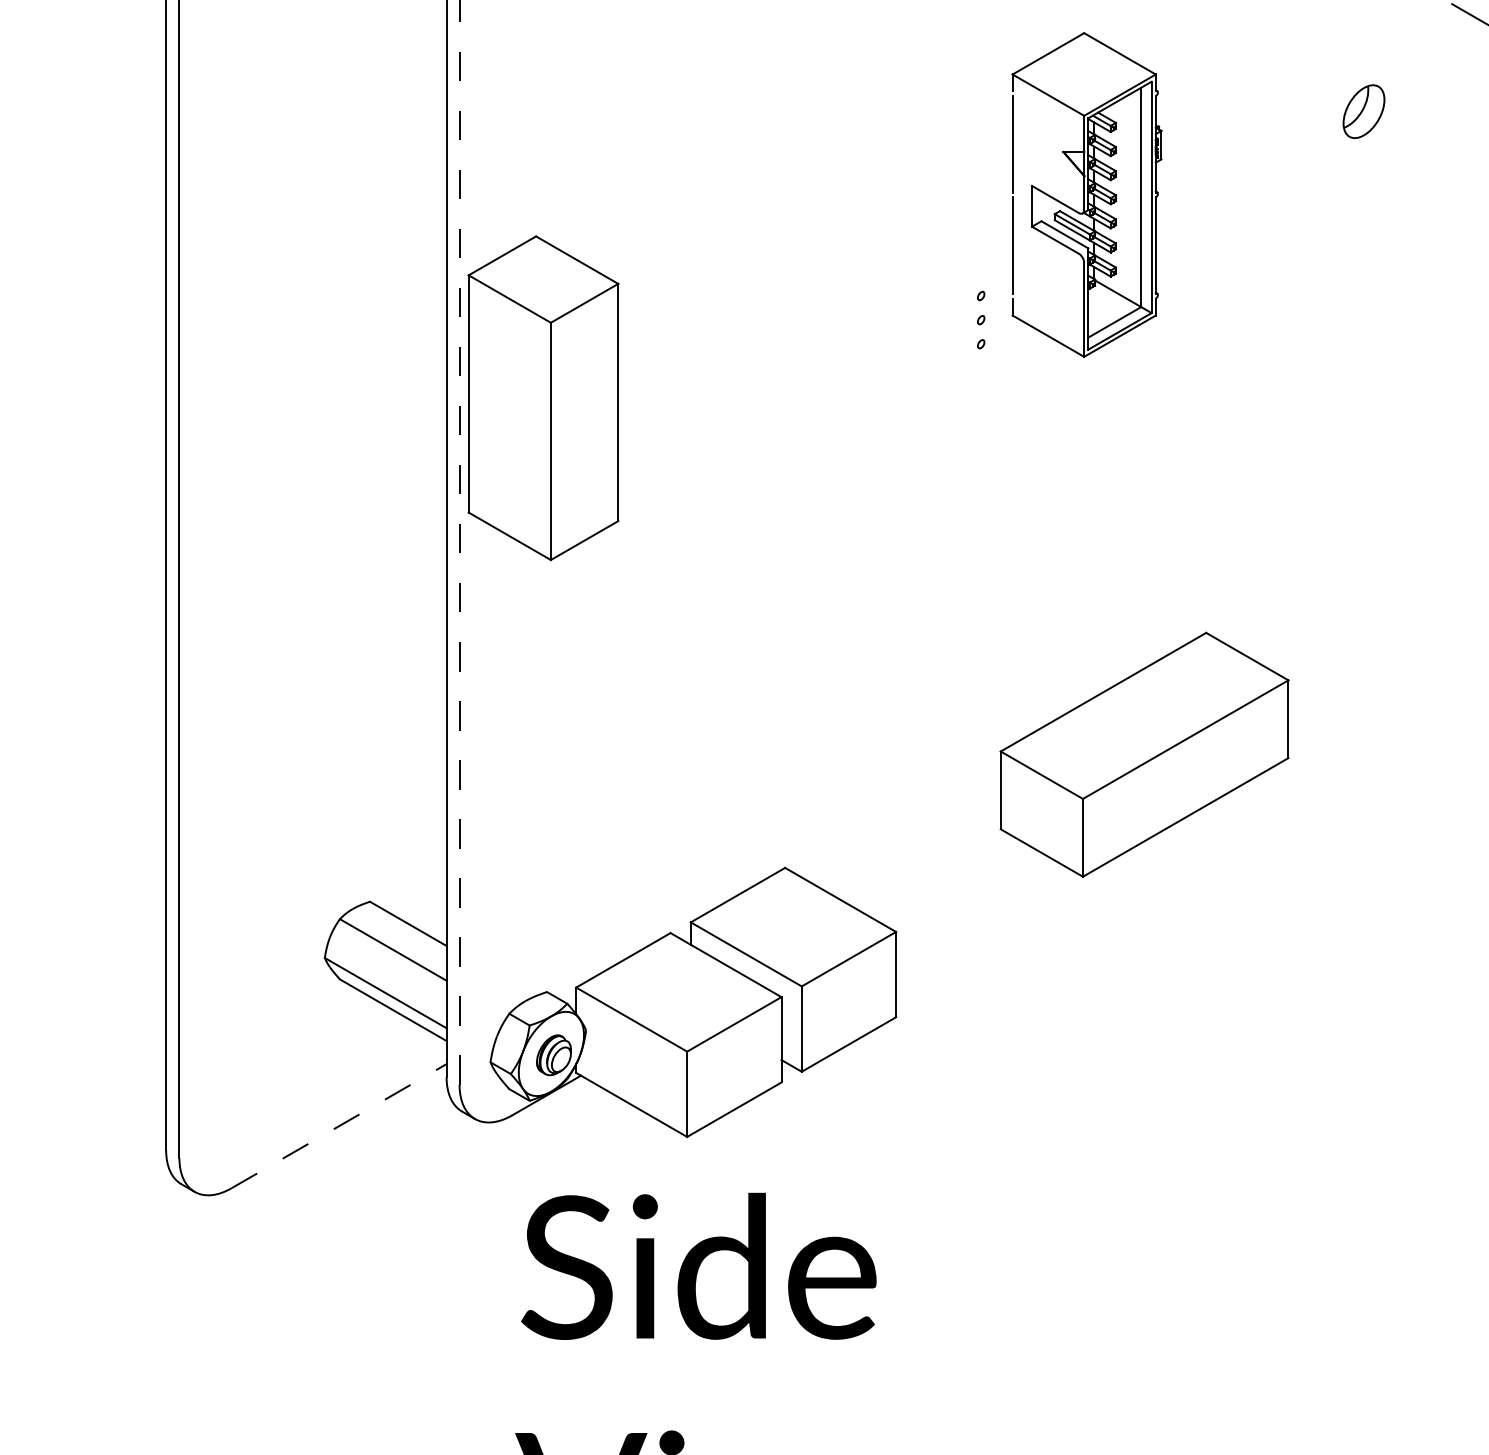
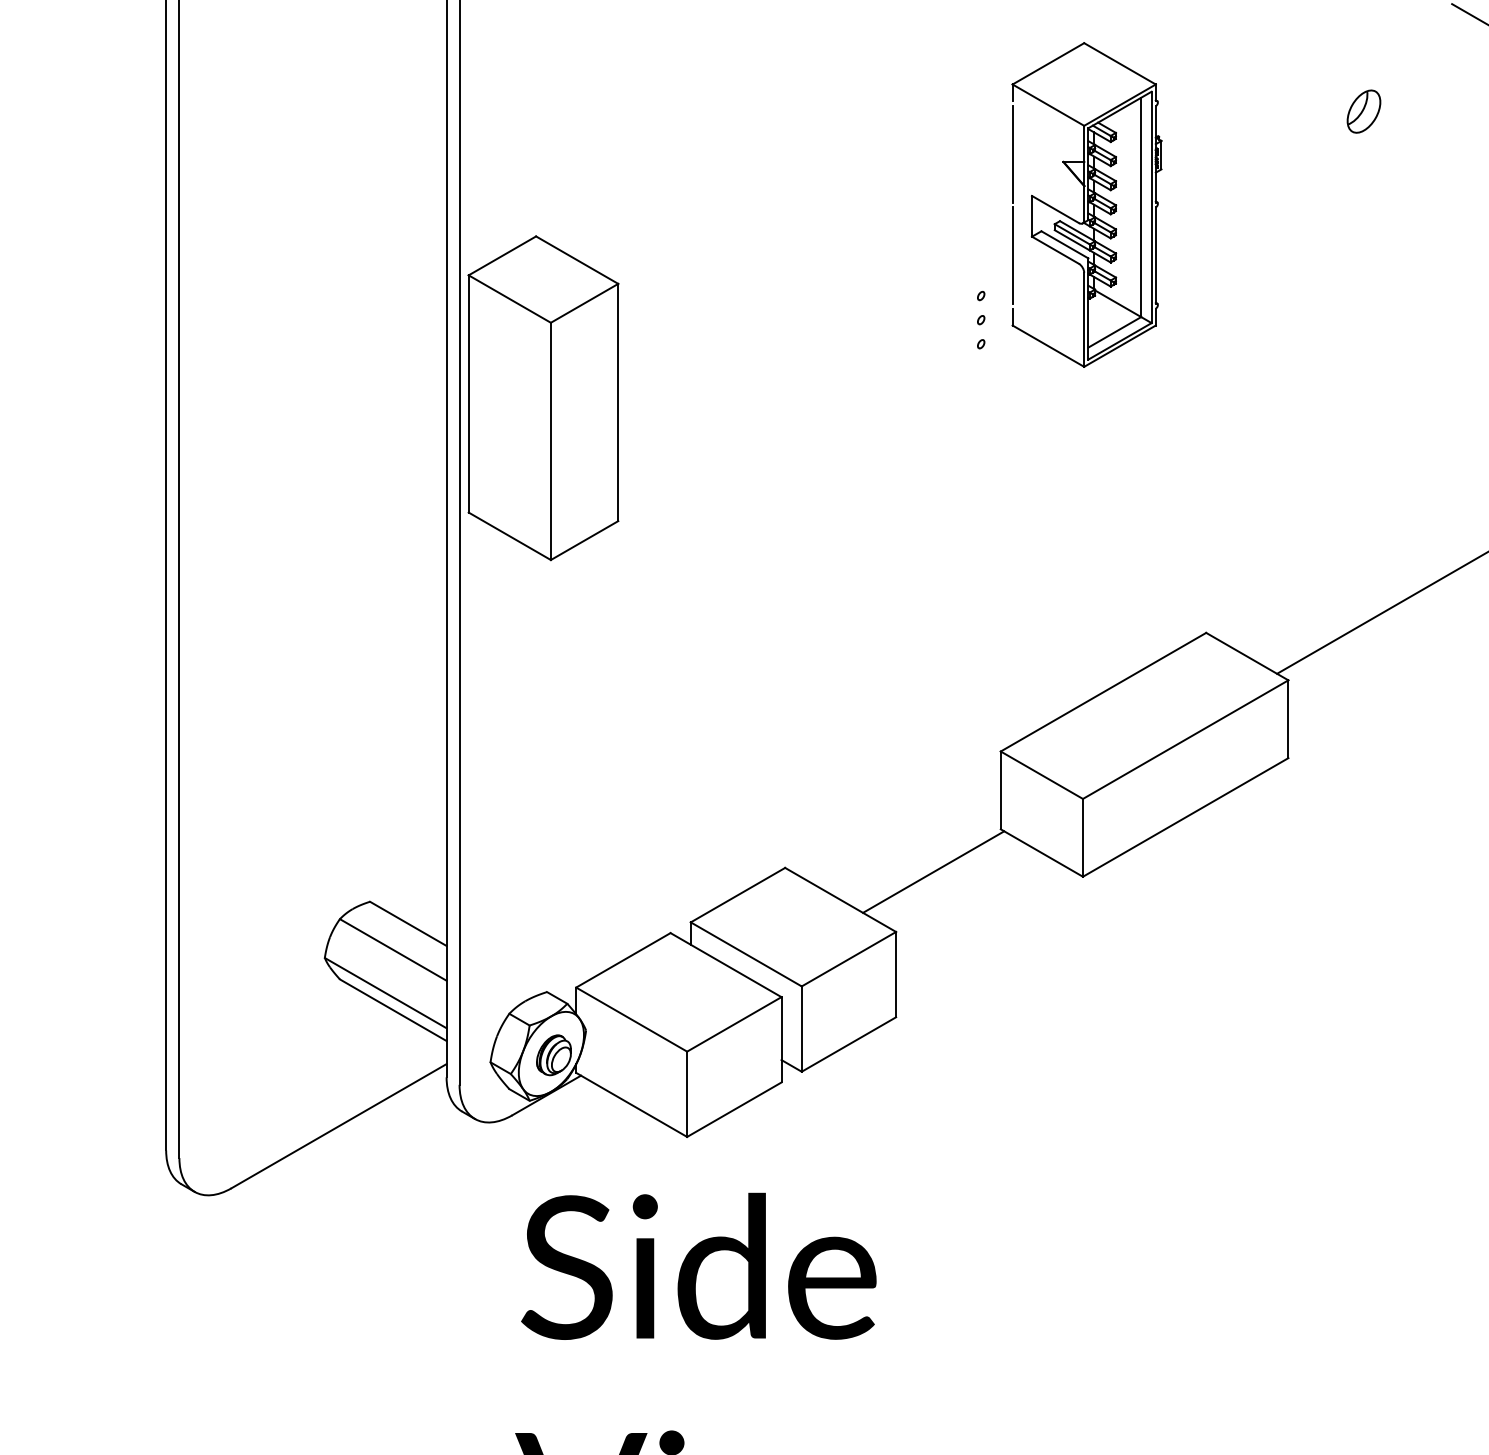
part at (1363, 111) size: 44x55 px -> 36x45 px
part at (1086, 194) position: (1086, 194) -> (1086, 204)
line at (459, 542): dashed -> solid
line at (1381, 613): none -> present
line at (933, 871): none -> present
line at (339, 1125): dashed -> solid
